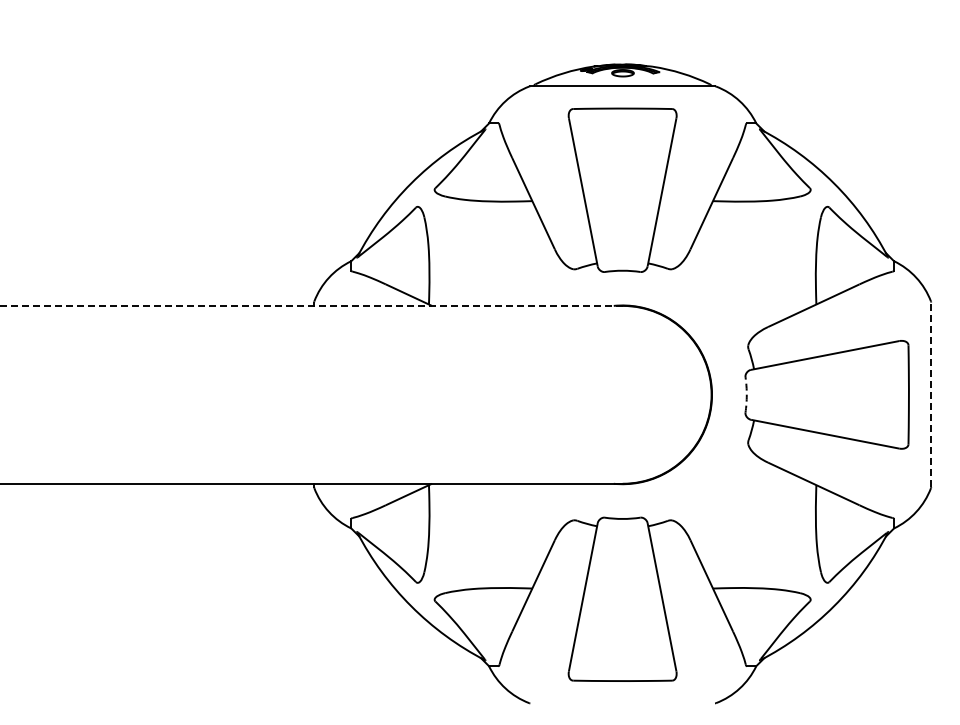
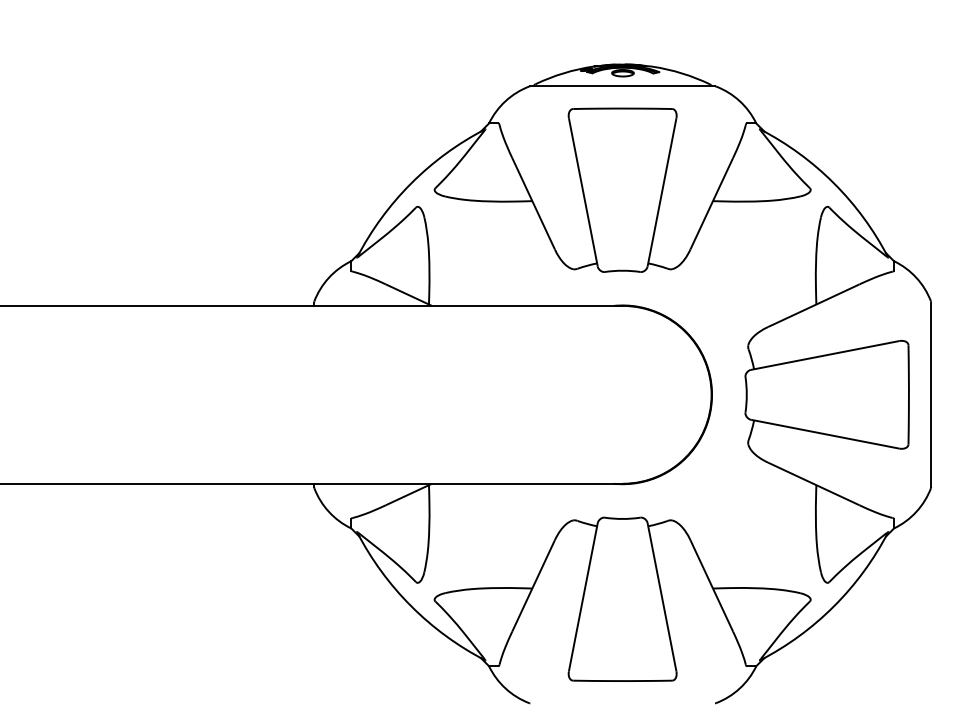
line at (311, 305): dashed -> solid
arc at (746, 394): dashed -> solid
line at (931, 394): dashed -> solid
